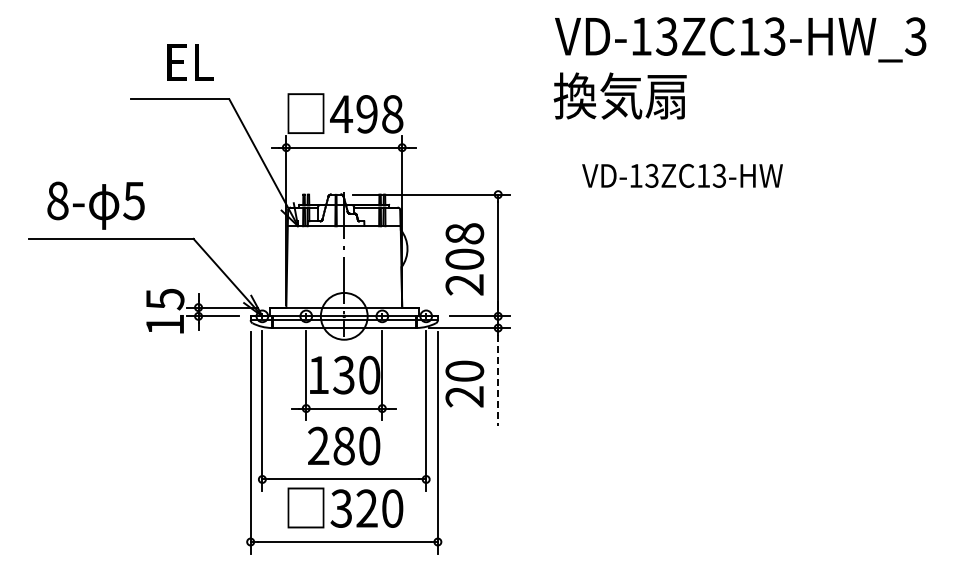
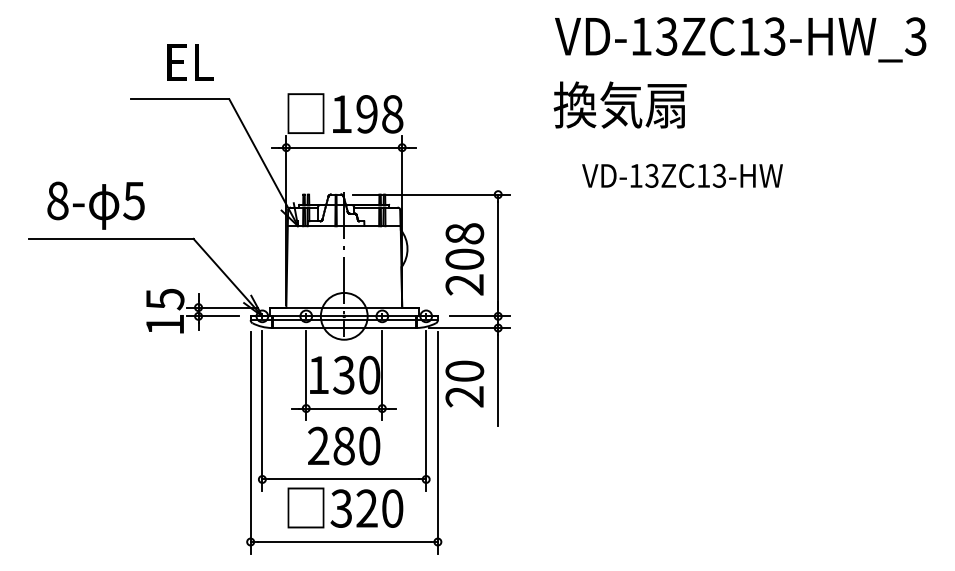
text at (619, 95) position: (619, 95) -> (619, 104)
text at (341, 113): 498 -> 198
line at (498, 381): dashed -> solid
